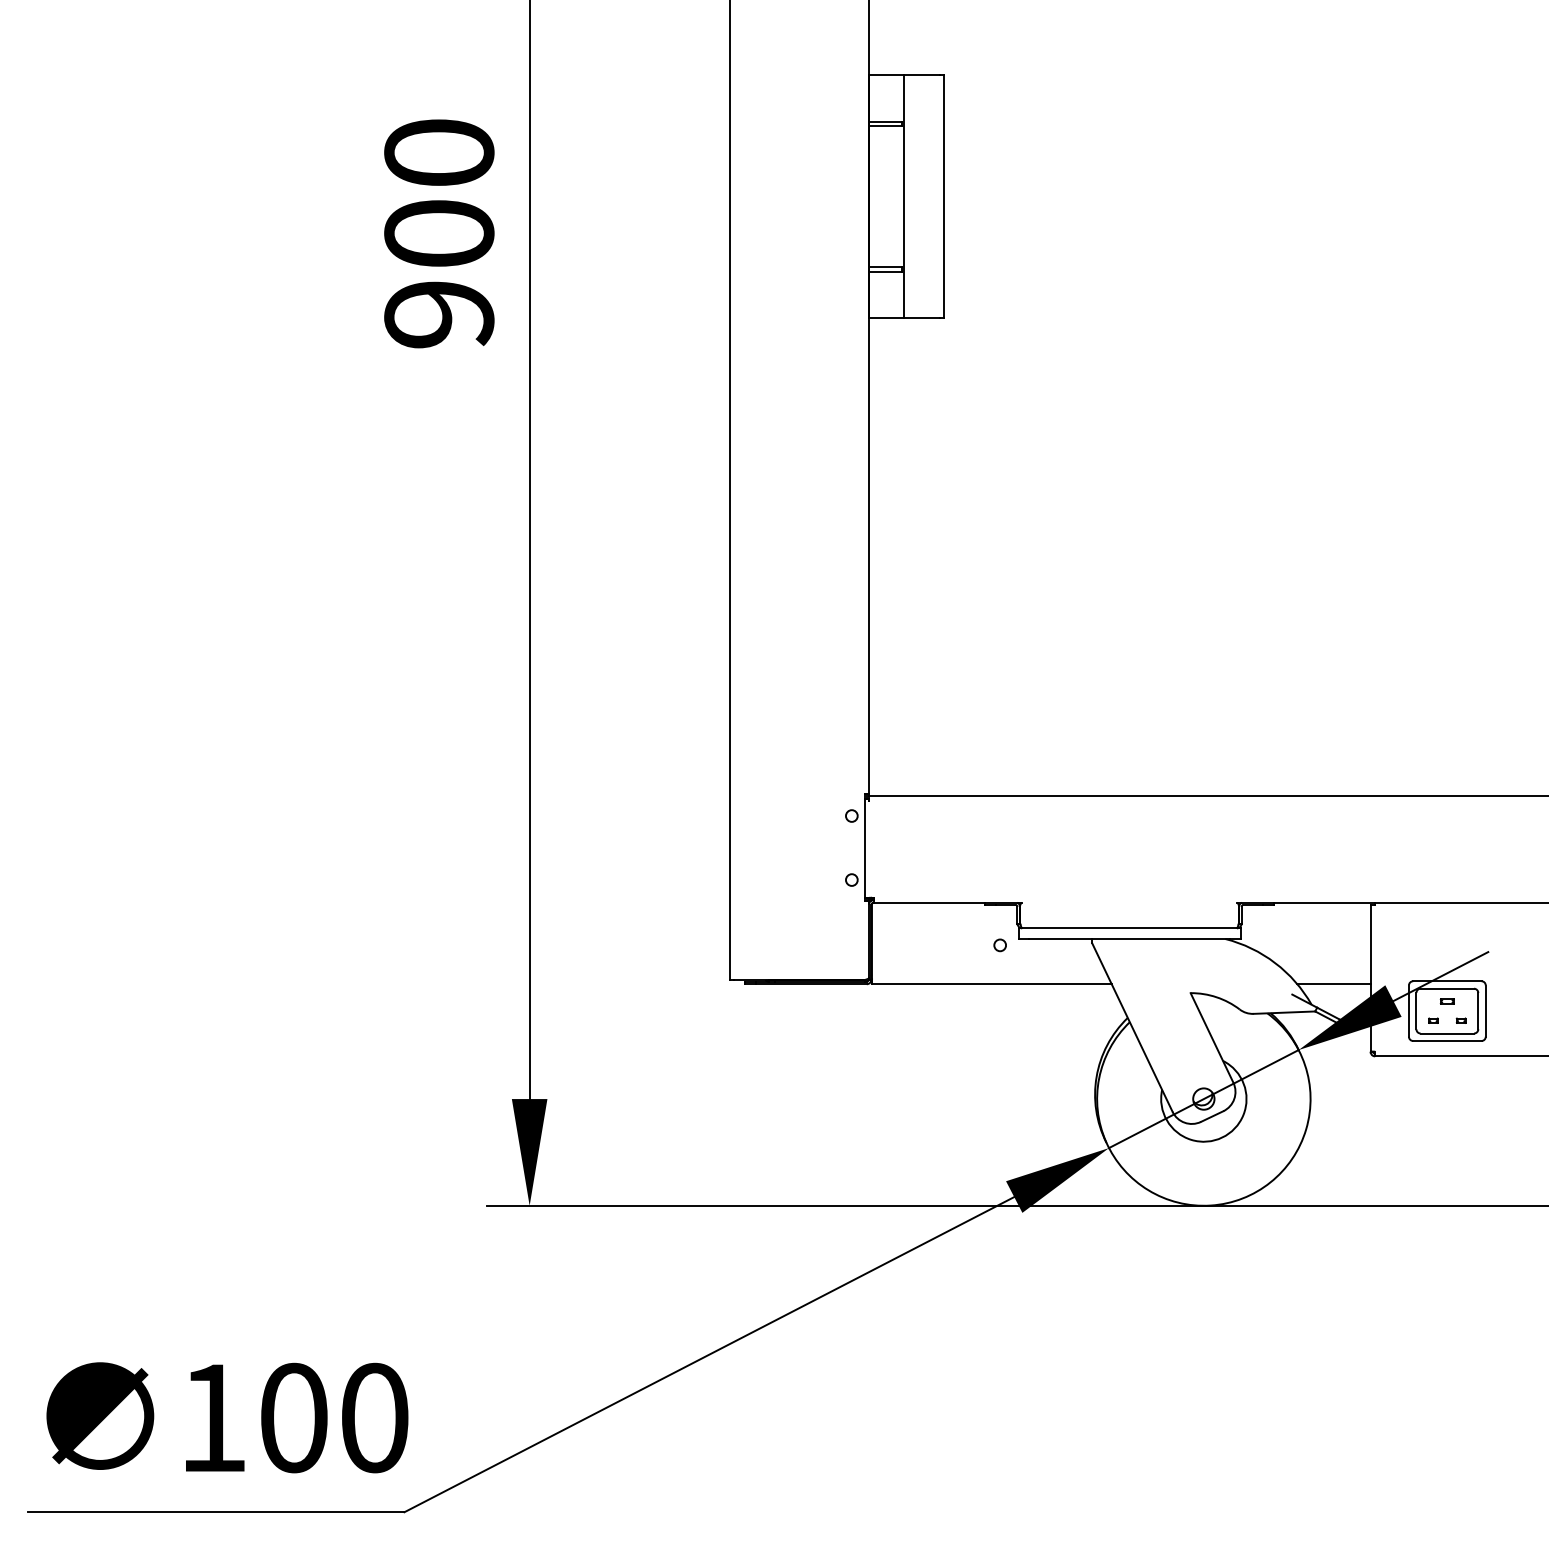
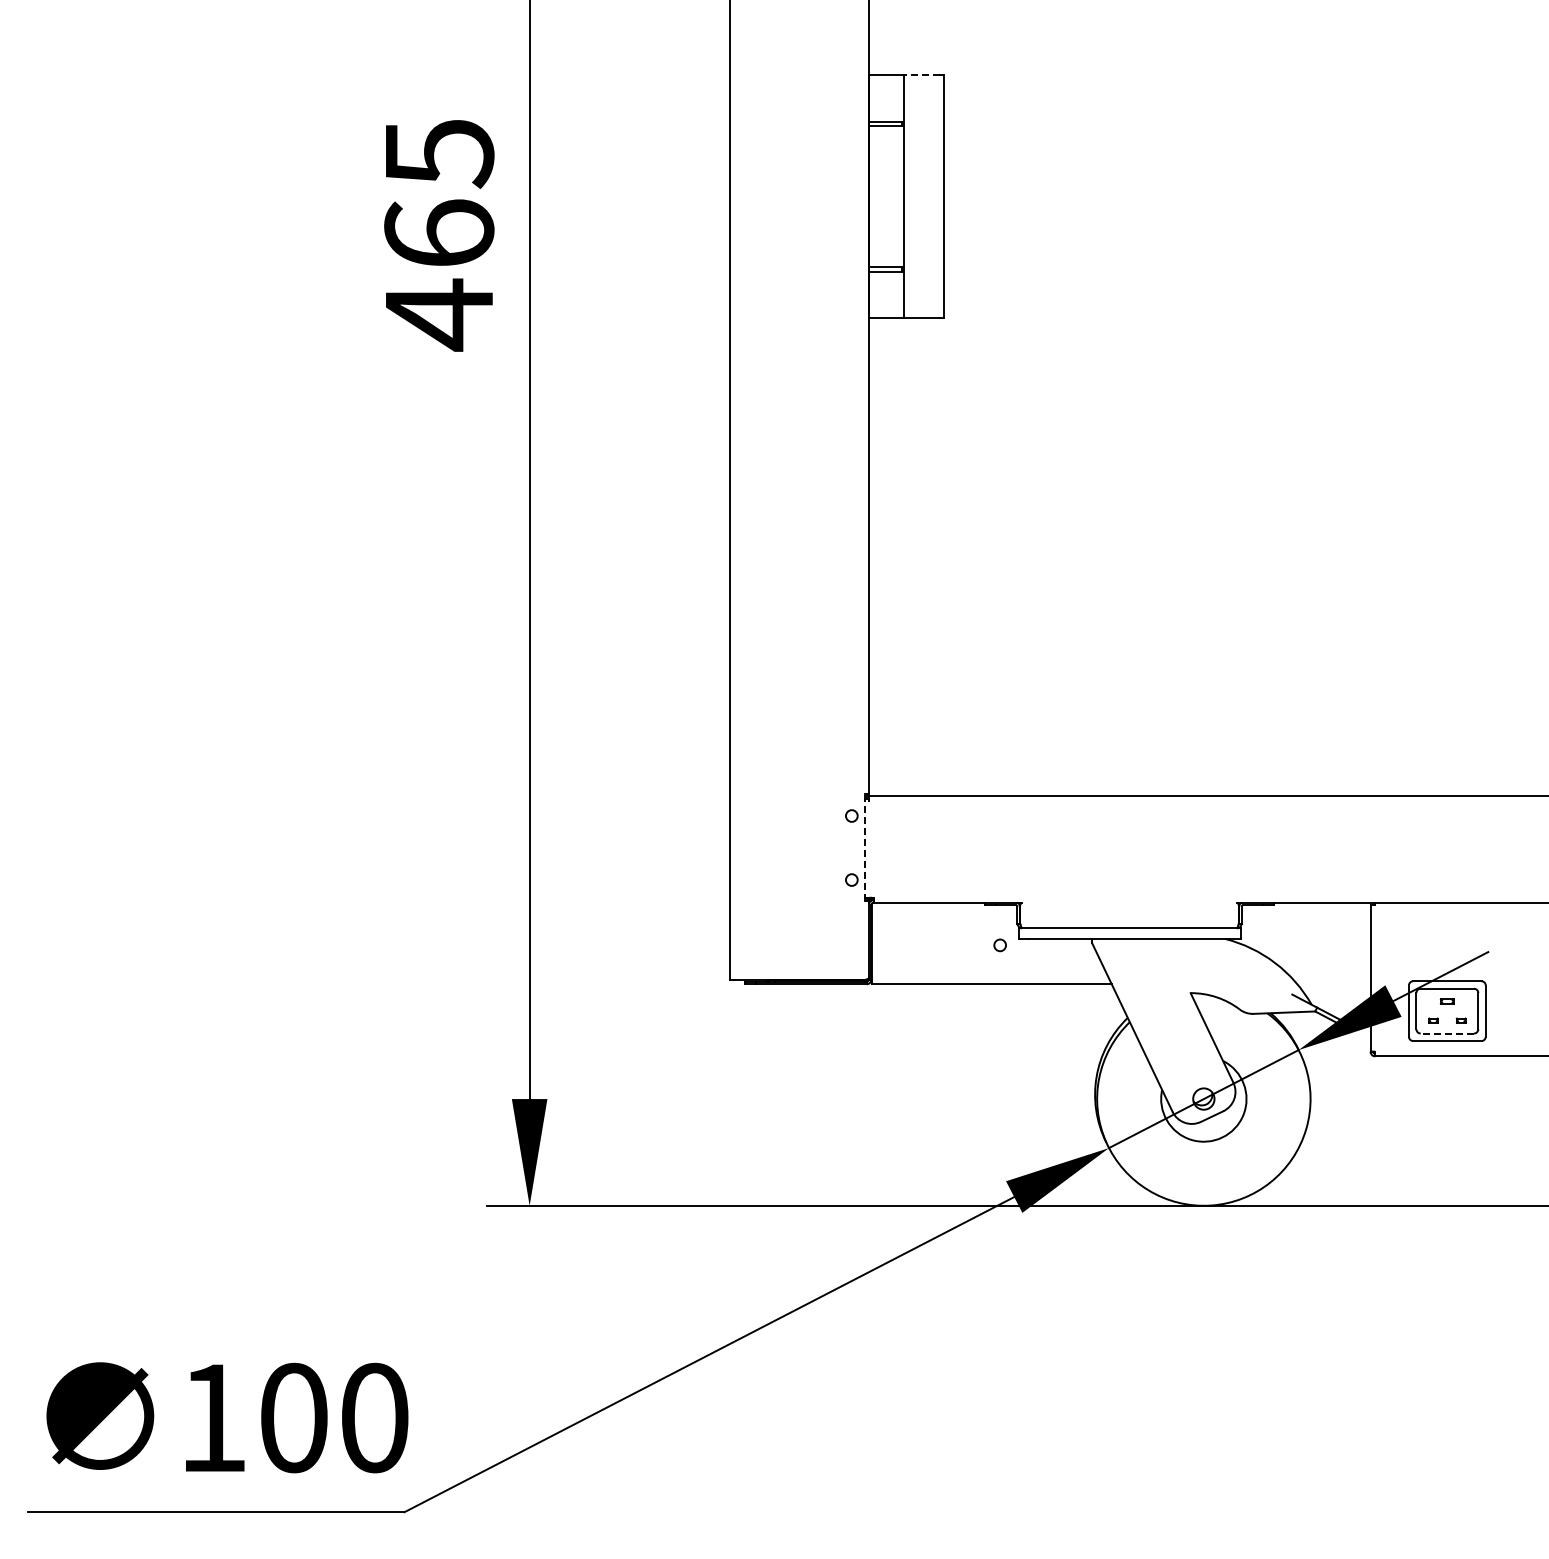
line at (921, 75): solid -> dashed
text at (439, 235): 900 -> 465
line at (864, 847): solid -> dashed
line at (1333, 984): present -> none
line at (1447, 1033): solid -> dashed
